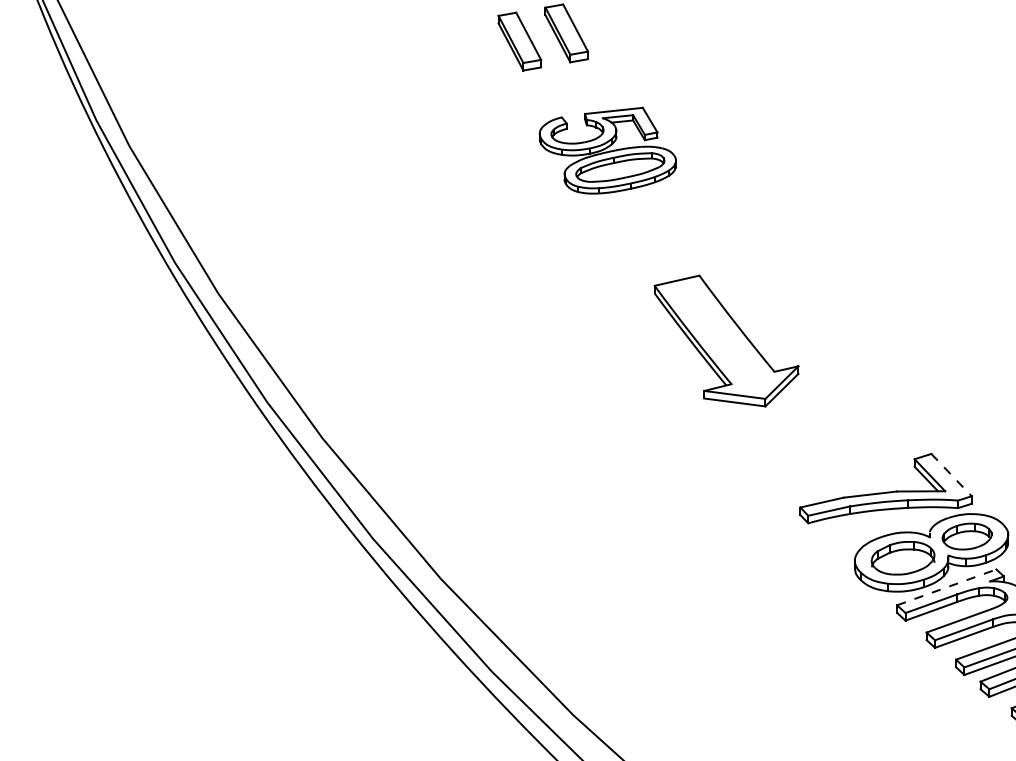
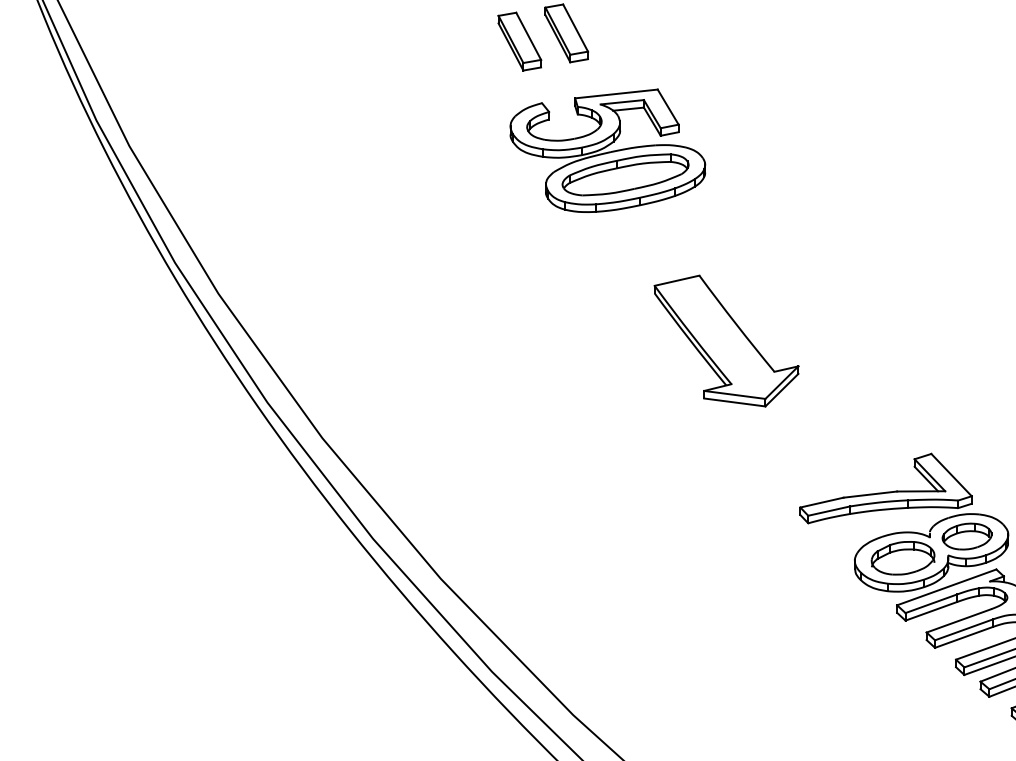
part at (607, 150) size: 139x89 px -> 198x125 px
line at (951, 475): dashed -> solid
line at (946, 587): dashed -> solid
